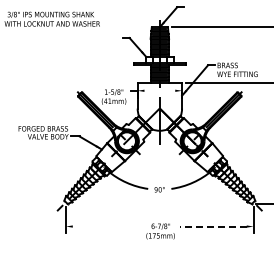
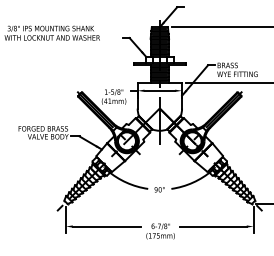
text at (51, 18) position: (51, 18) -> (51, 32)
line at (159, 90): none -> present
line at (106, 226): none -> present
line at (212, 226): dashed -> solid
